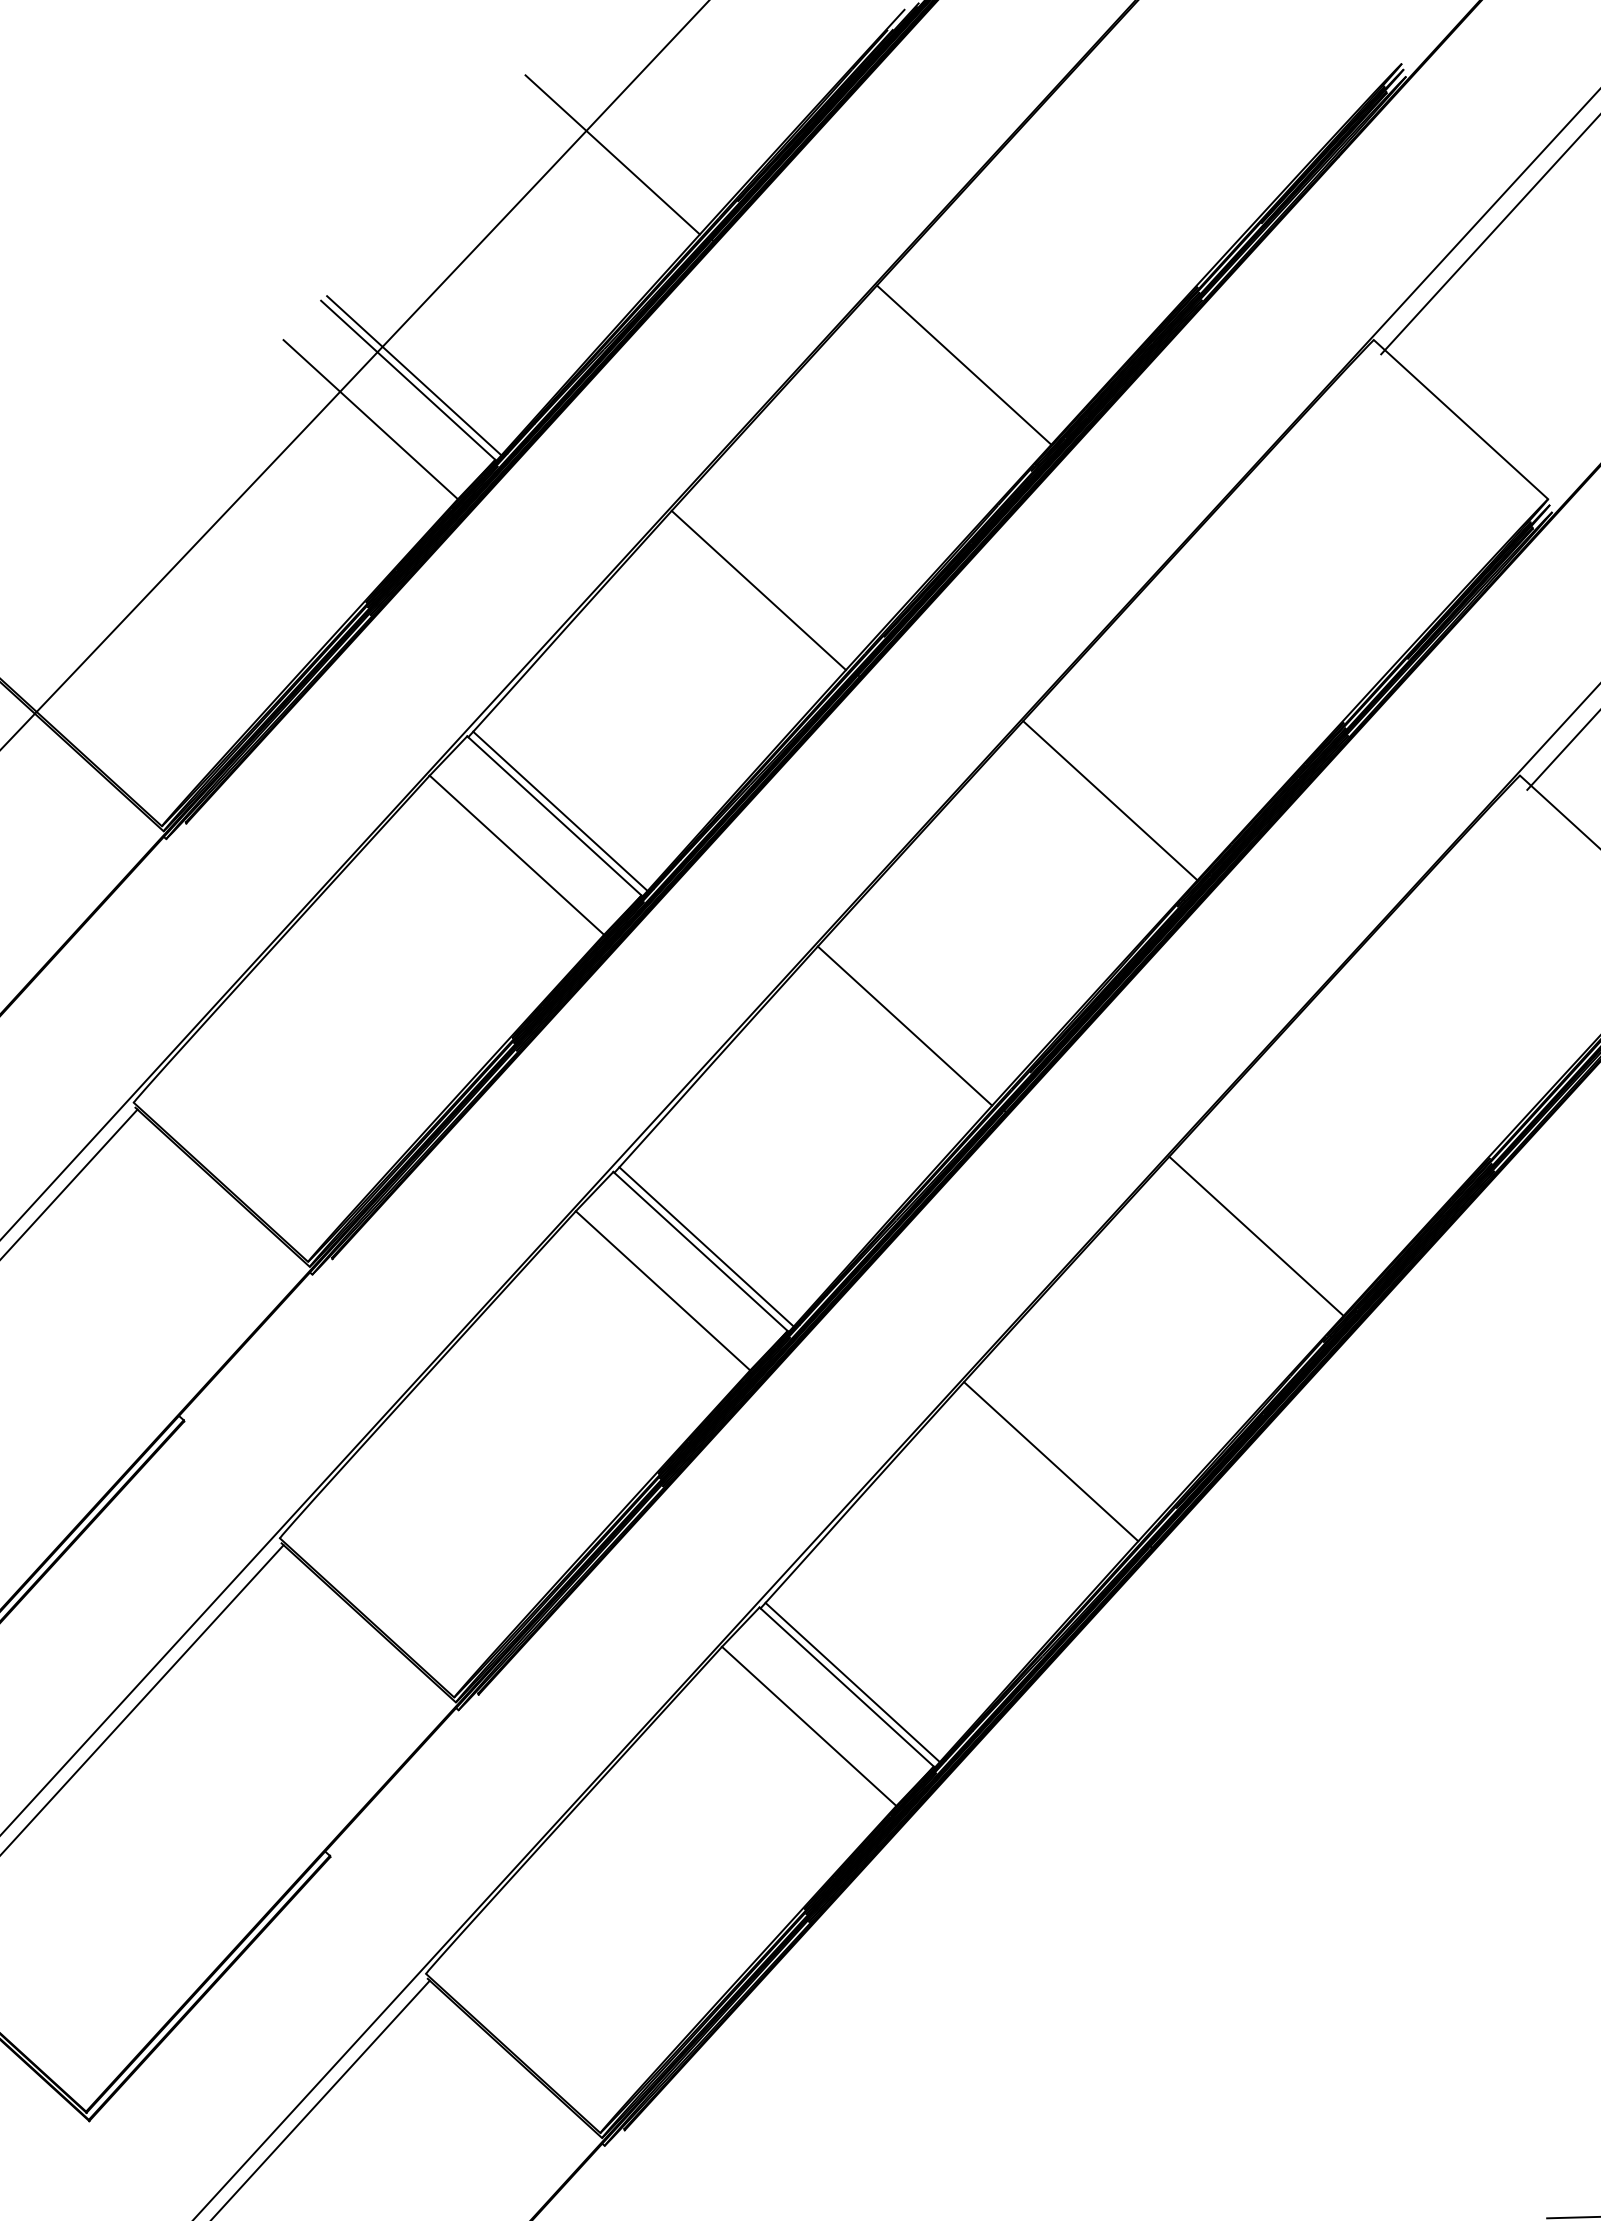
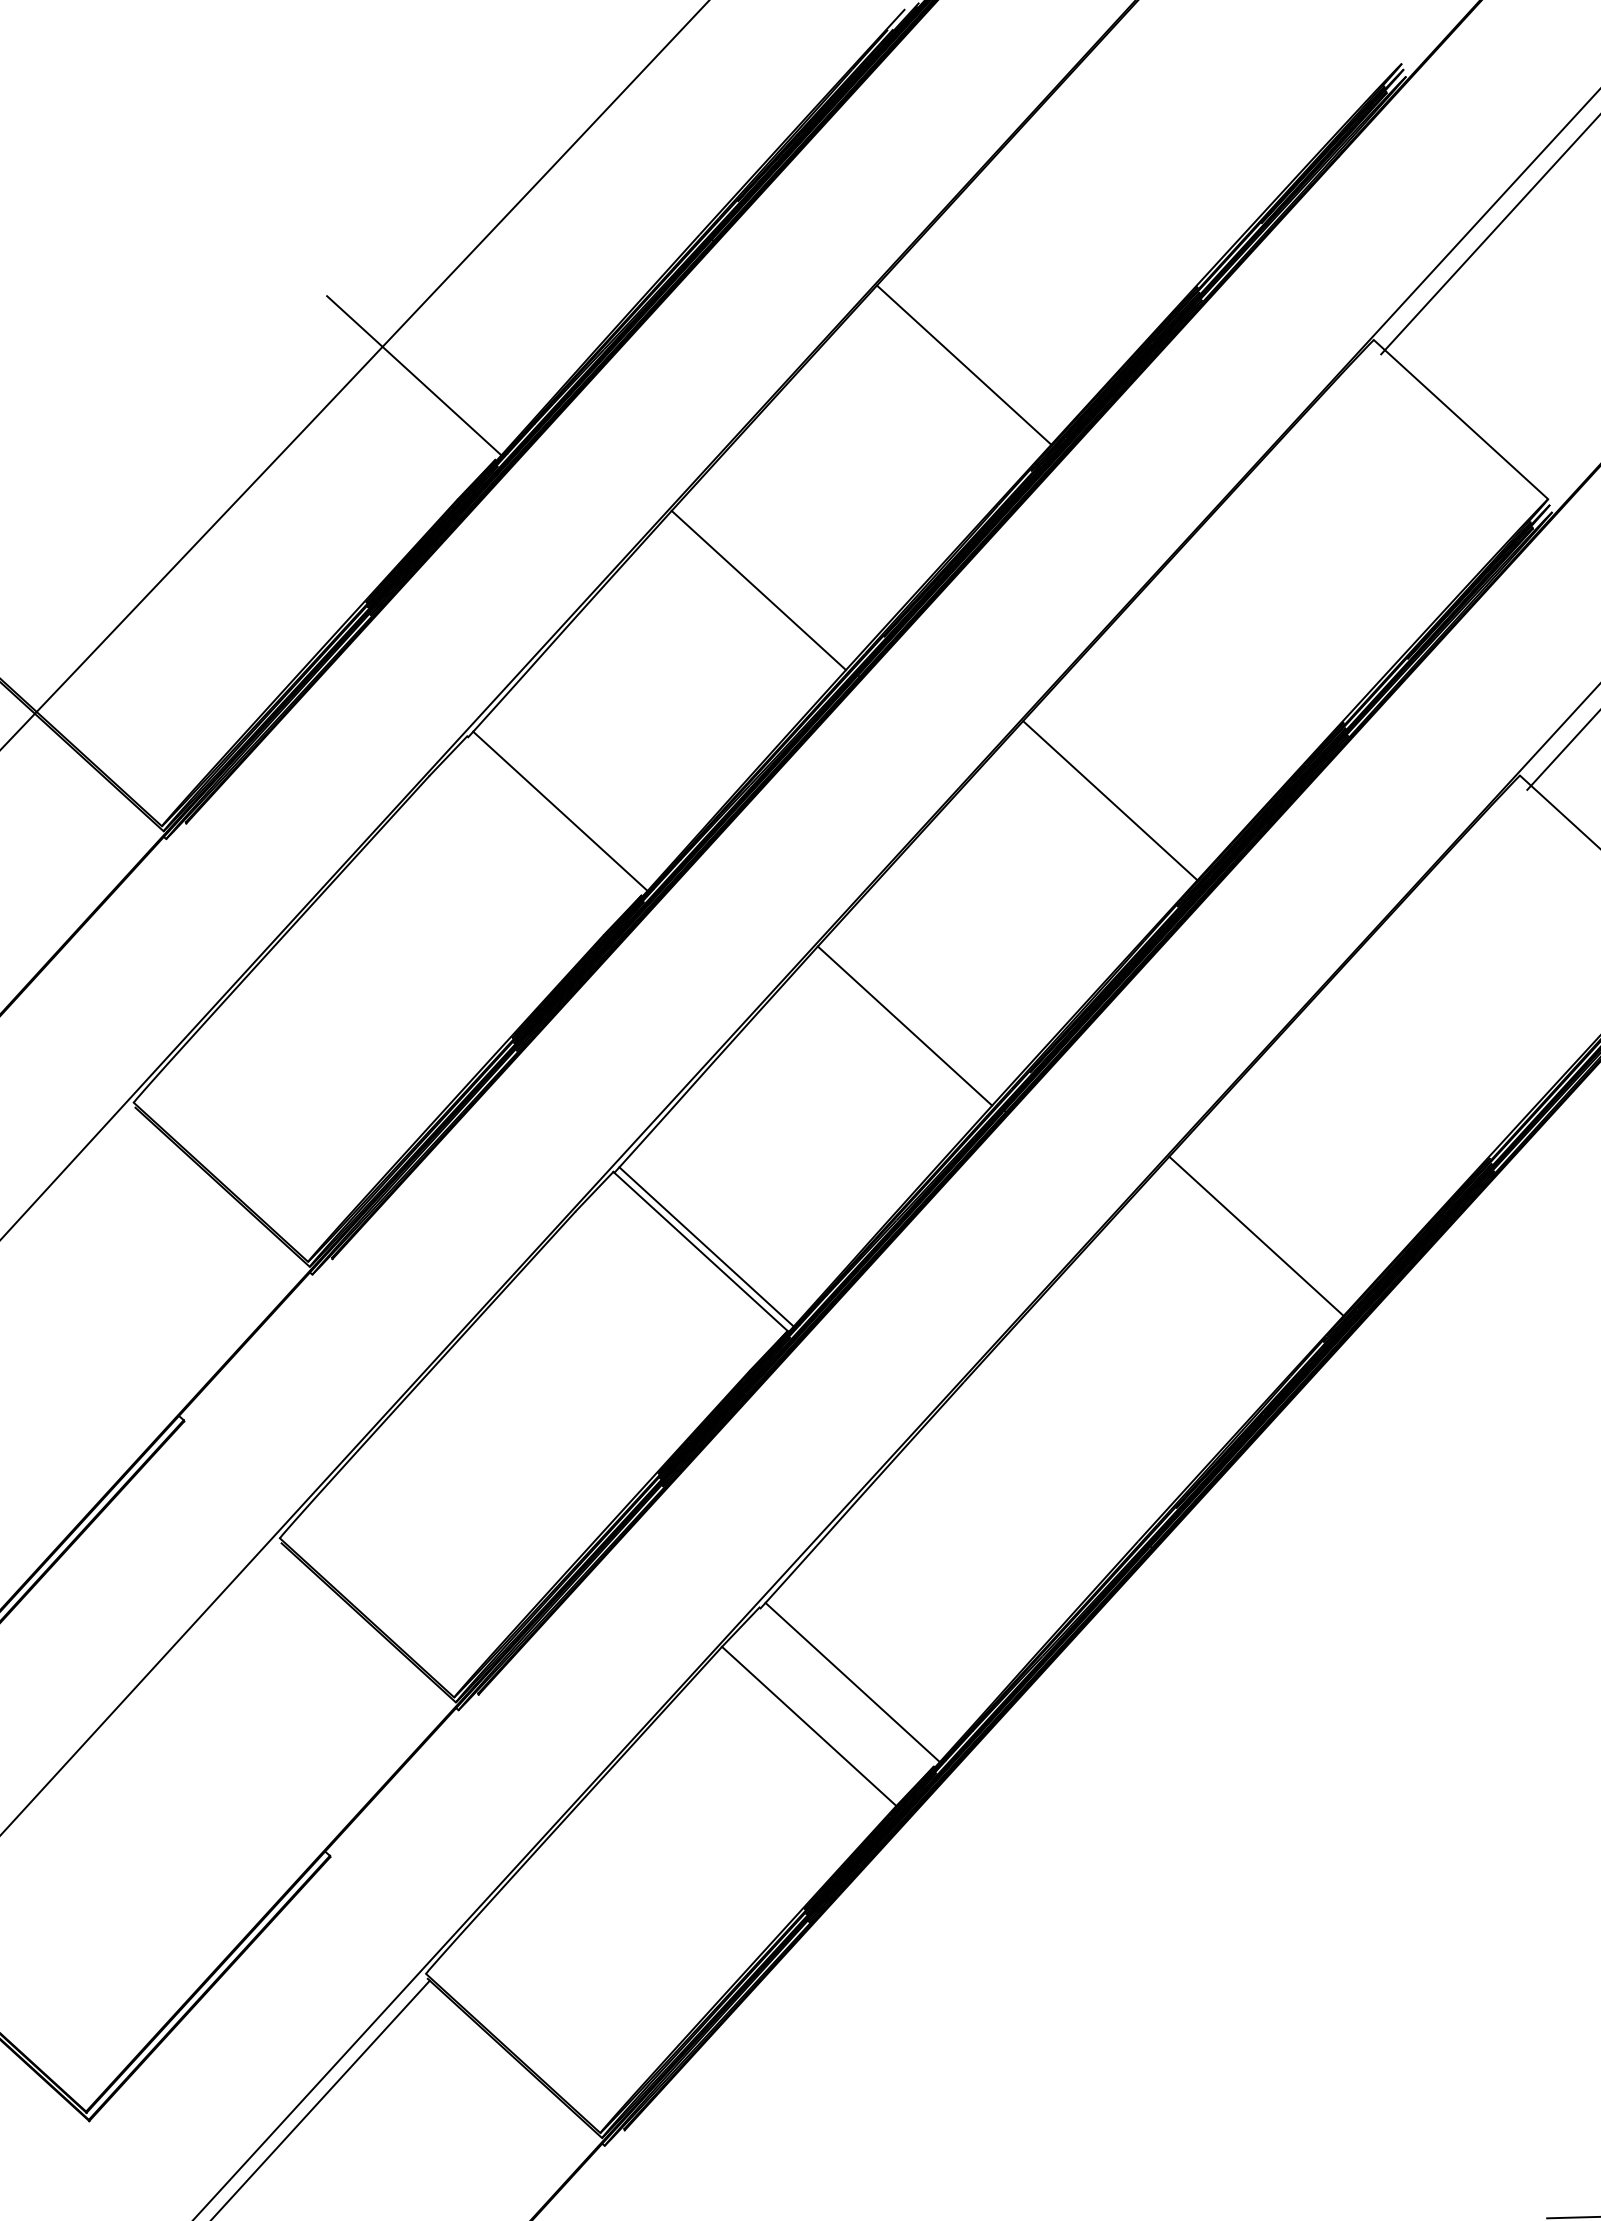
line at (612, 154): present -> none
line at (408, 379): present -> none
line at (370, 419): present -> none
line at (554, 815): present -> none
line at (516, 854): present -> none
line at (69, 1183): present -> none
line at (662, 1290): present -> none
line at (1051, 1461): present -> none
line at (846, 1686): present -> none
line at (142, 1699): present -> none
